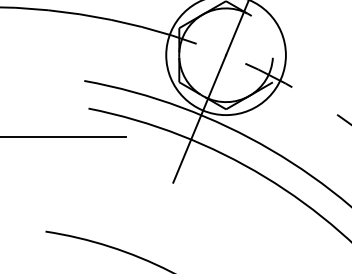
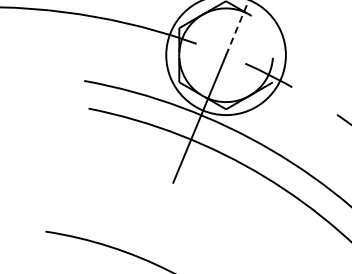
line at (237, 27): solid -> dashed
line at (63, 136): present -> none
